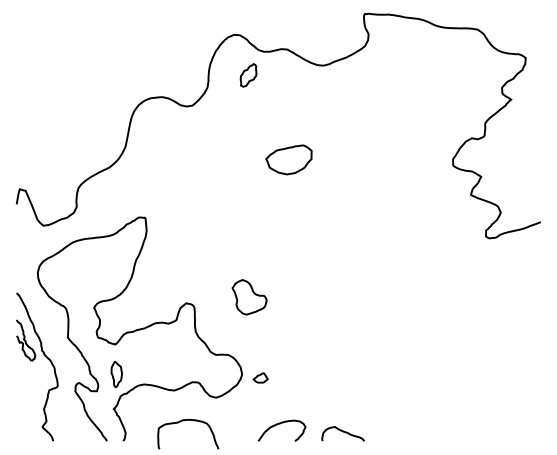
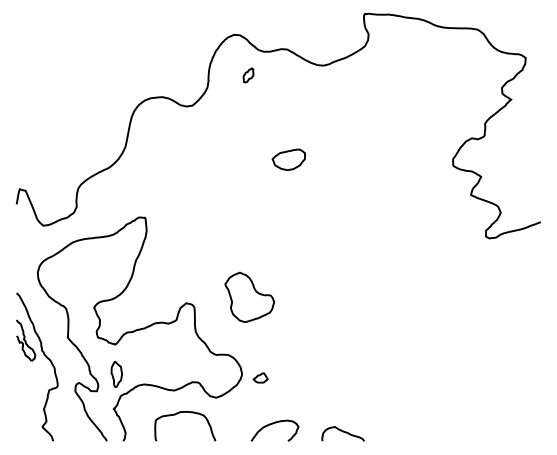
part at (248, 75) size: 19x25 px -> 13x17 px
part at (288, 159) size: 48x32 px -> 35x23 px
part at (249, 297) size: 37x37 px -> 51x52 px
curve at (188, 420) position: (188, 420) -> (185, 412)
curve at (280, 424) position: (280, 424) -> (273, 424)
